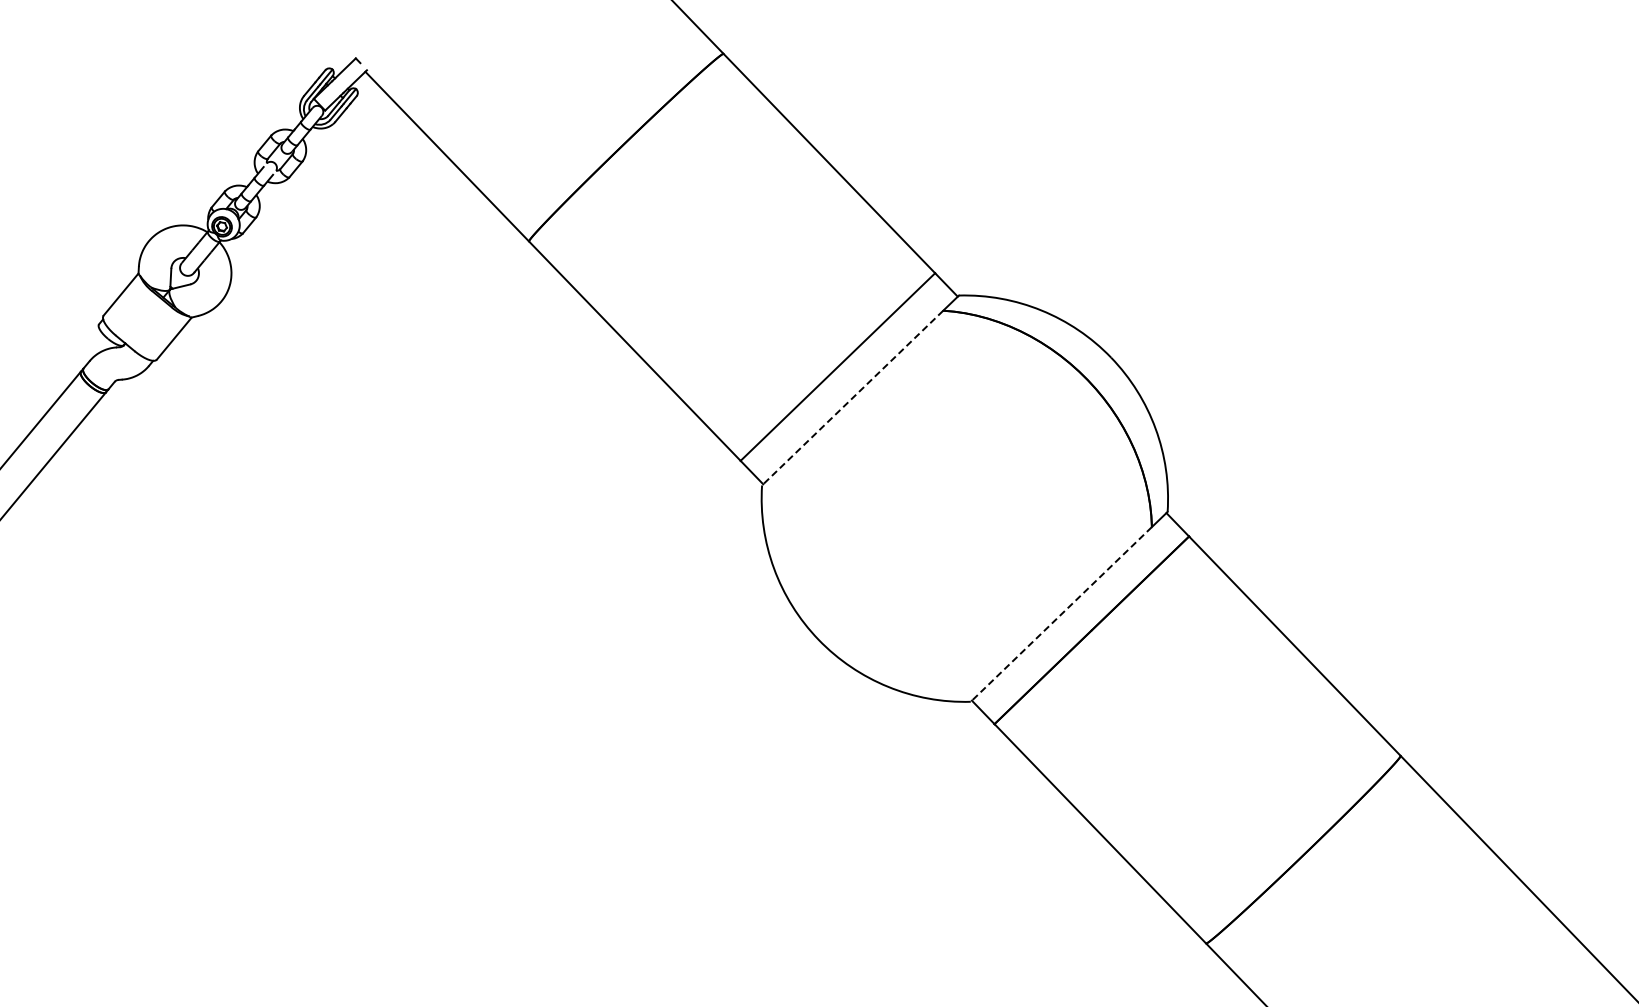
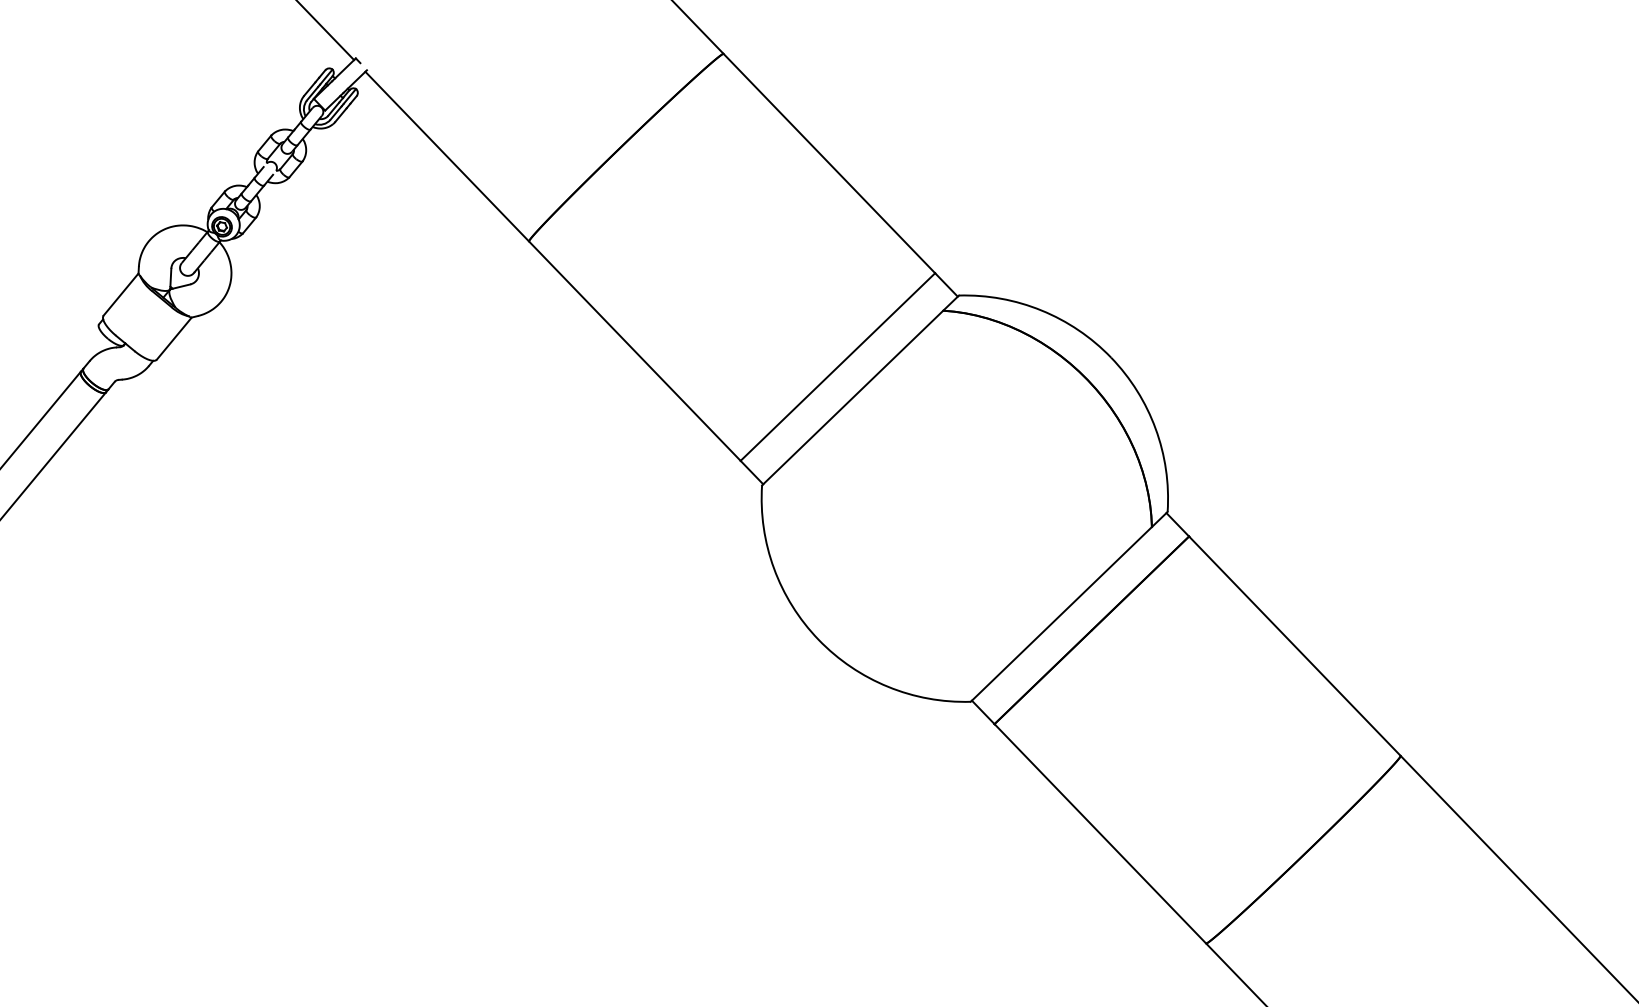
line at (326, 31): none -> present
line at (852, 398): dashed -> solid
line at (1061, 614): dashed -> solid
